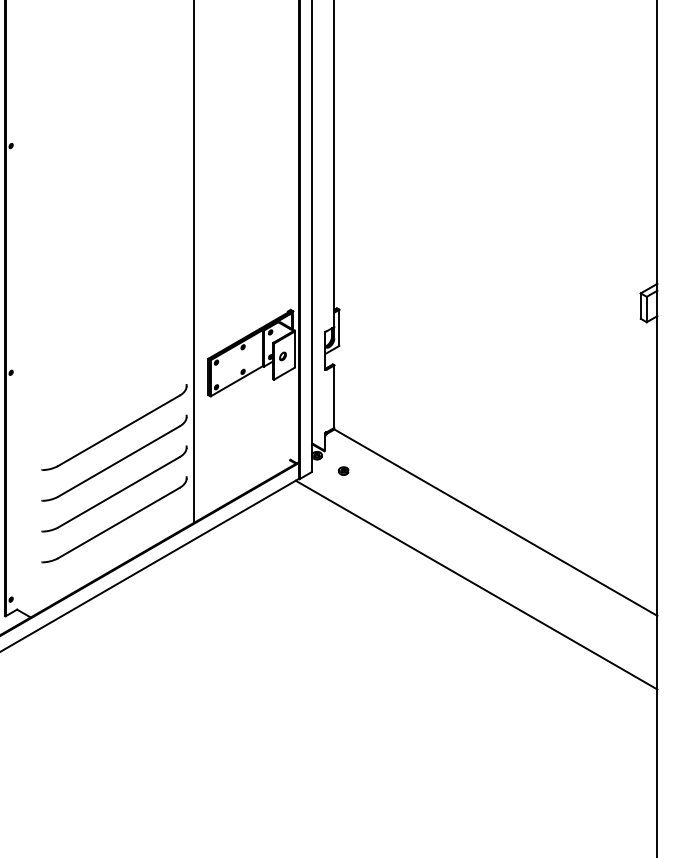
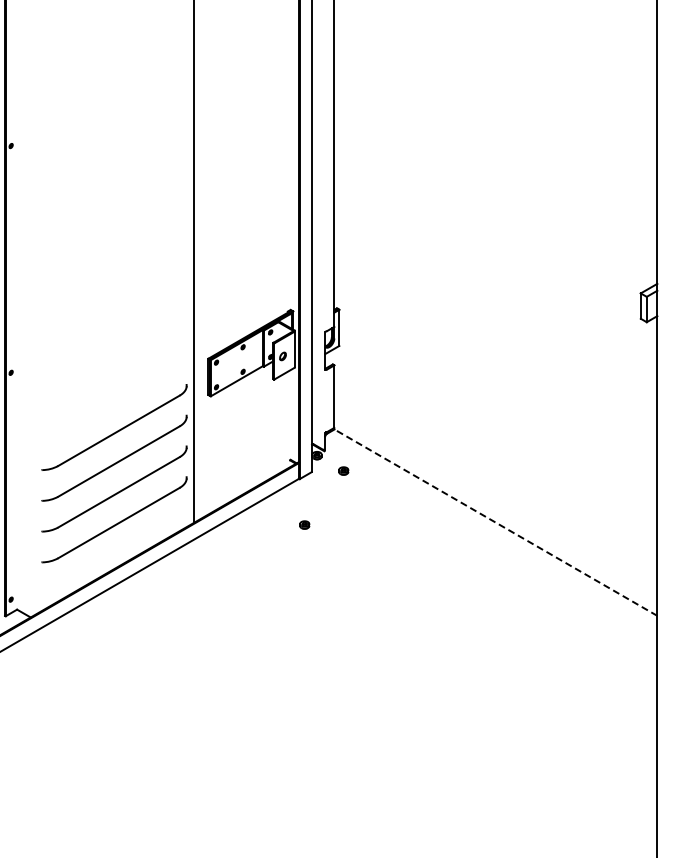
line at (495, 522): solid -> dashed
part at (304, 524): none -> present
line at (476, 584): present -> none
